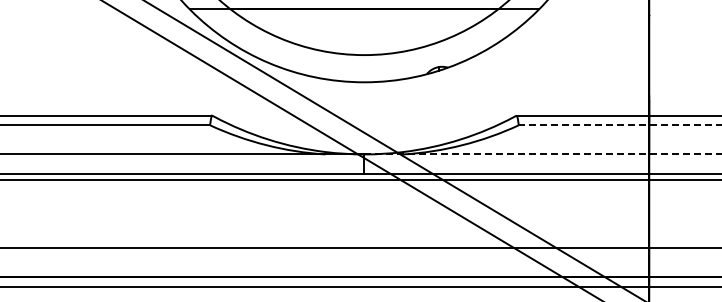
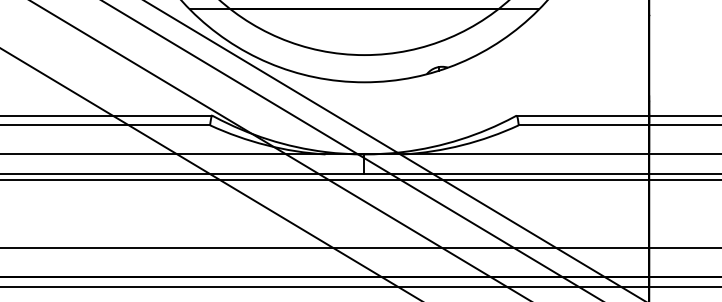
line at (619, 125): dashed -> solid
line at (279, 150): none -> present
line at (543, 154): dashed -> solid
line at (209, 173): none -> present
